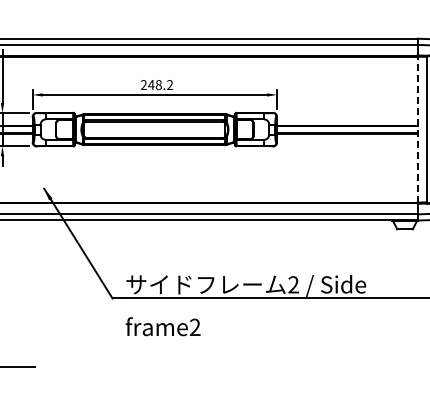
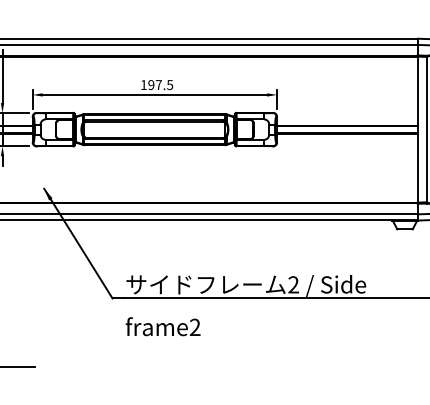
text at (156, 85): 248.2 -> 197.5
line at (417, 129): dashed -> solid
